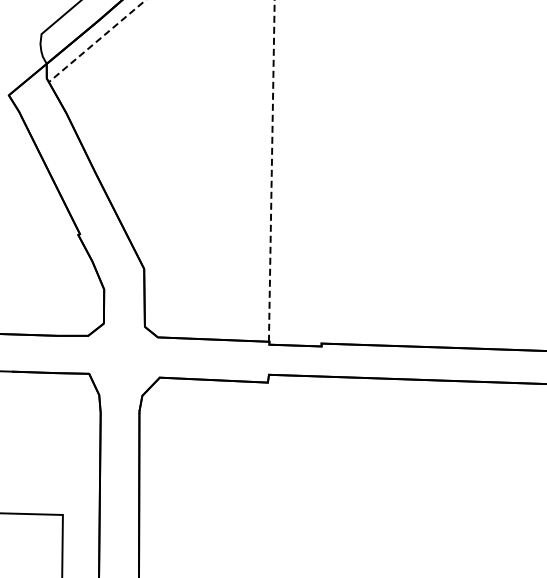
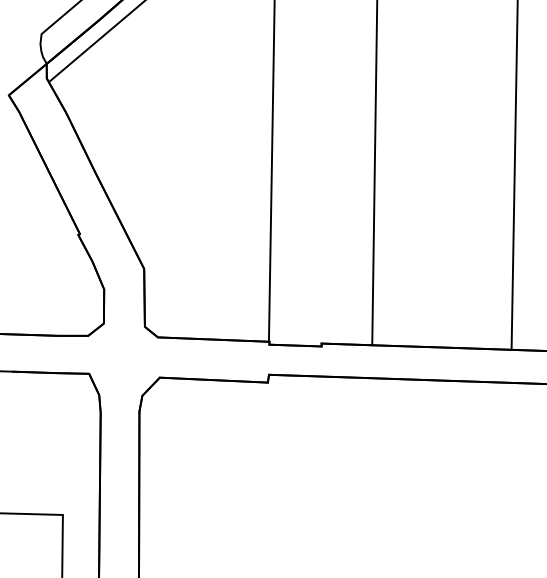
line at (272, 107): dashed -> solid
line at (374, 173): none -> present
line at (514, 175): none -> present
